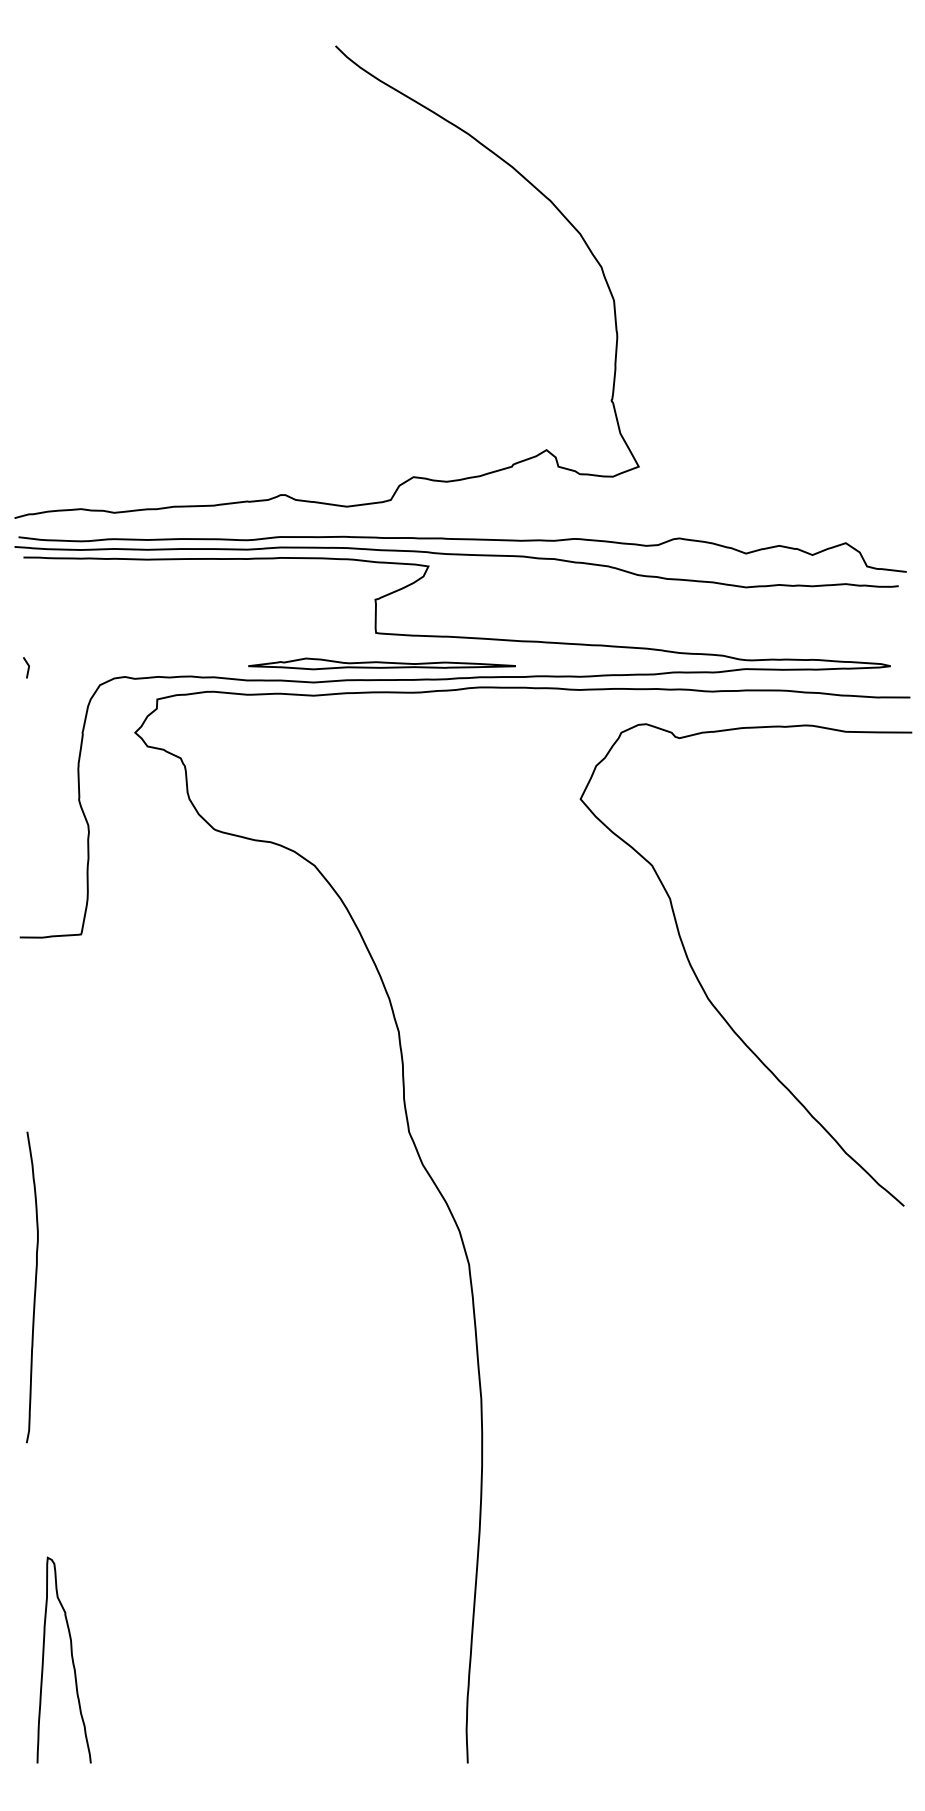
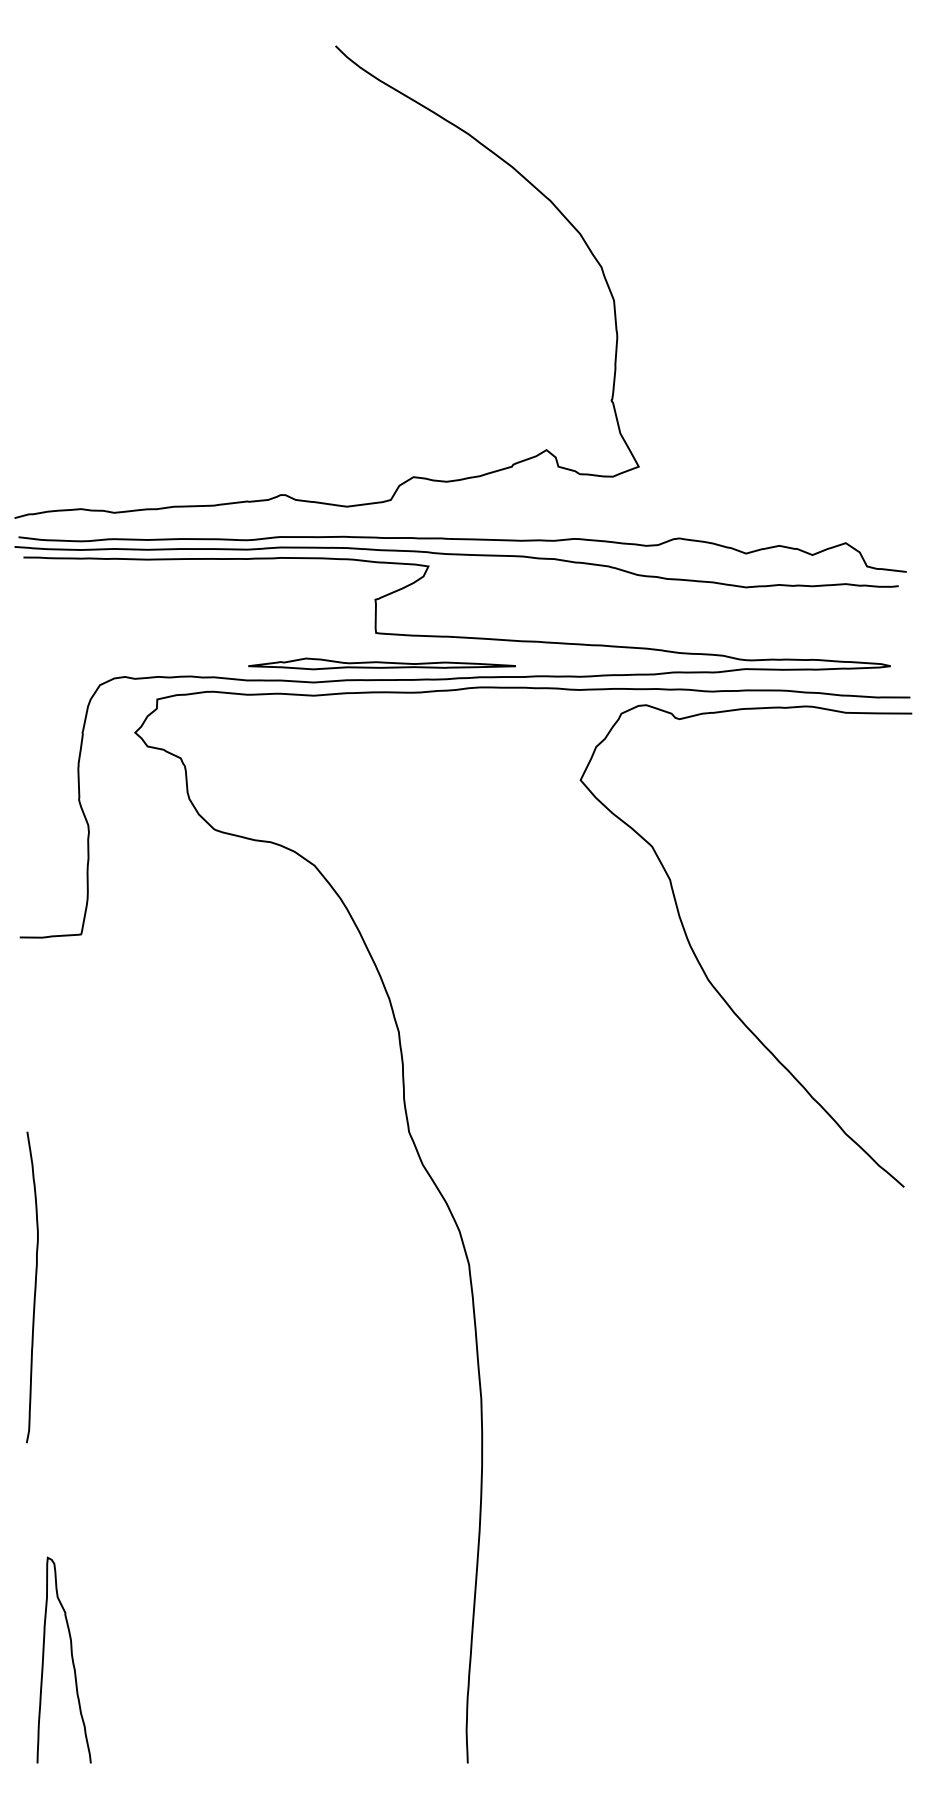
line at (27, 668): present -> none
curve at (702, 985) position: (702, 985) -> (702, 966)
